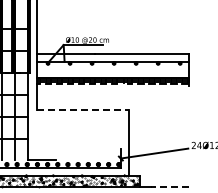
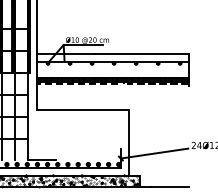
line at (83, 109): dashed -> solid
line at (169, 186): dashed -> solid
